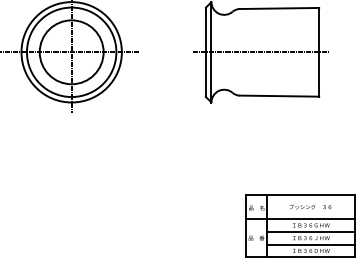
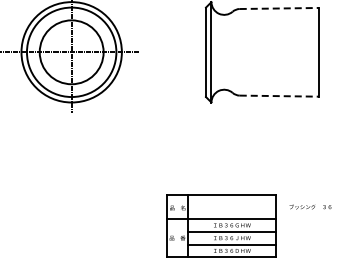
line at (279, 8): solid -> dashed
line at (261, 52): present -> none
line at (279, 96): solid -> dashed
part at (300, 225) position: (300, 225) -> (221, 225)
